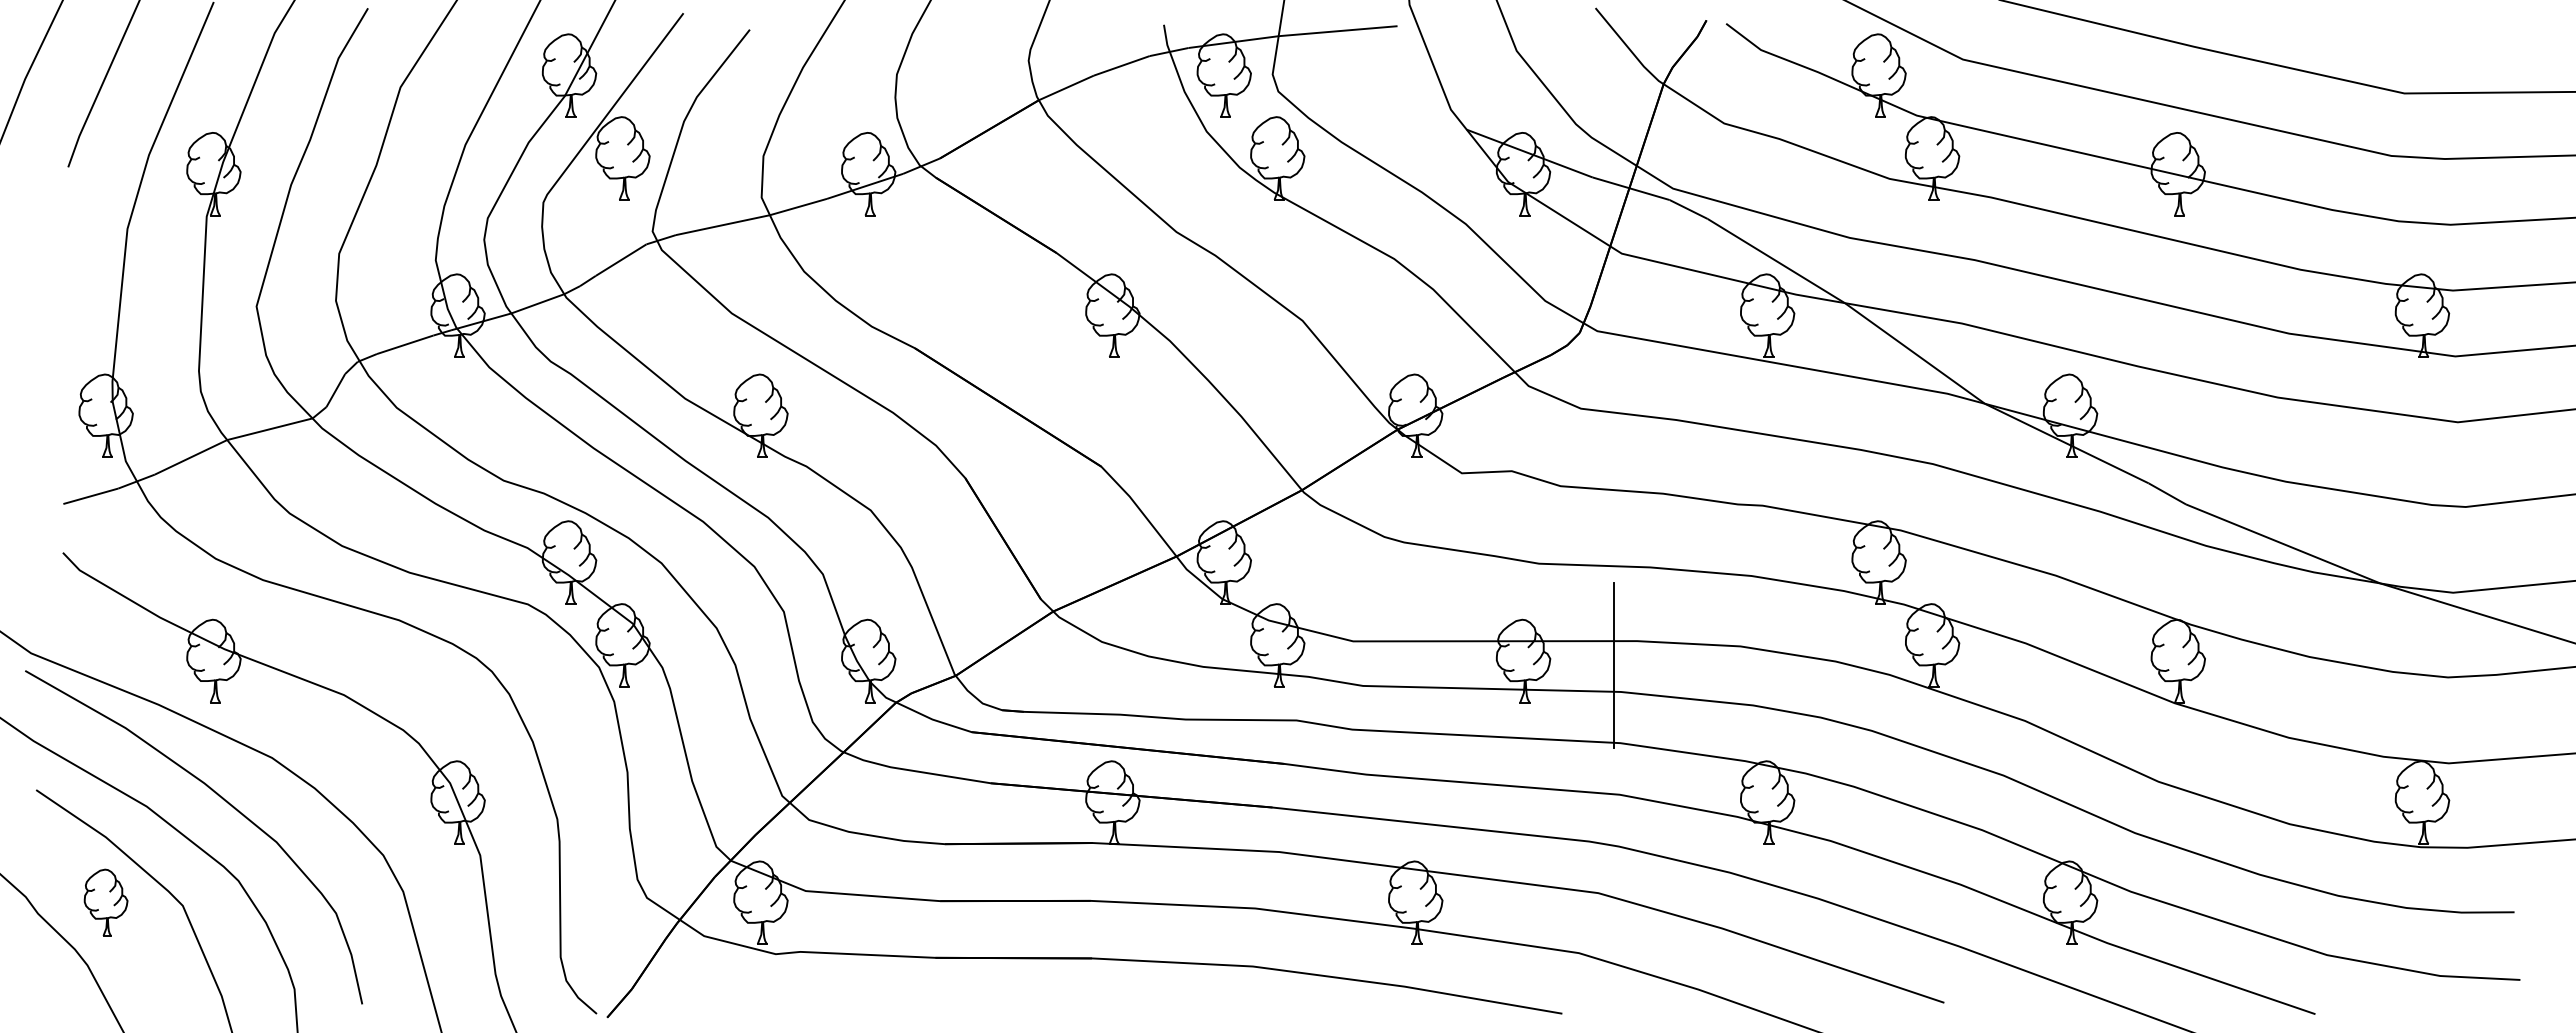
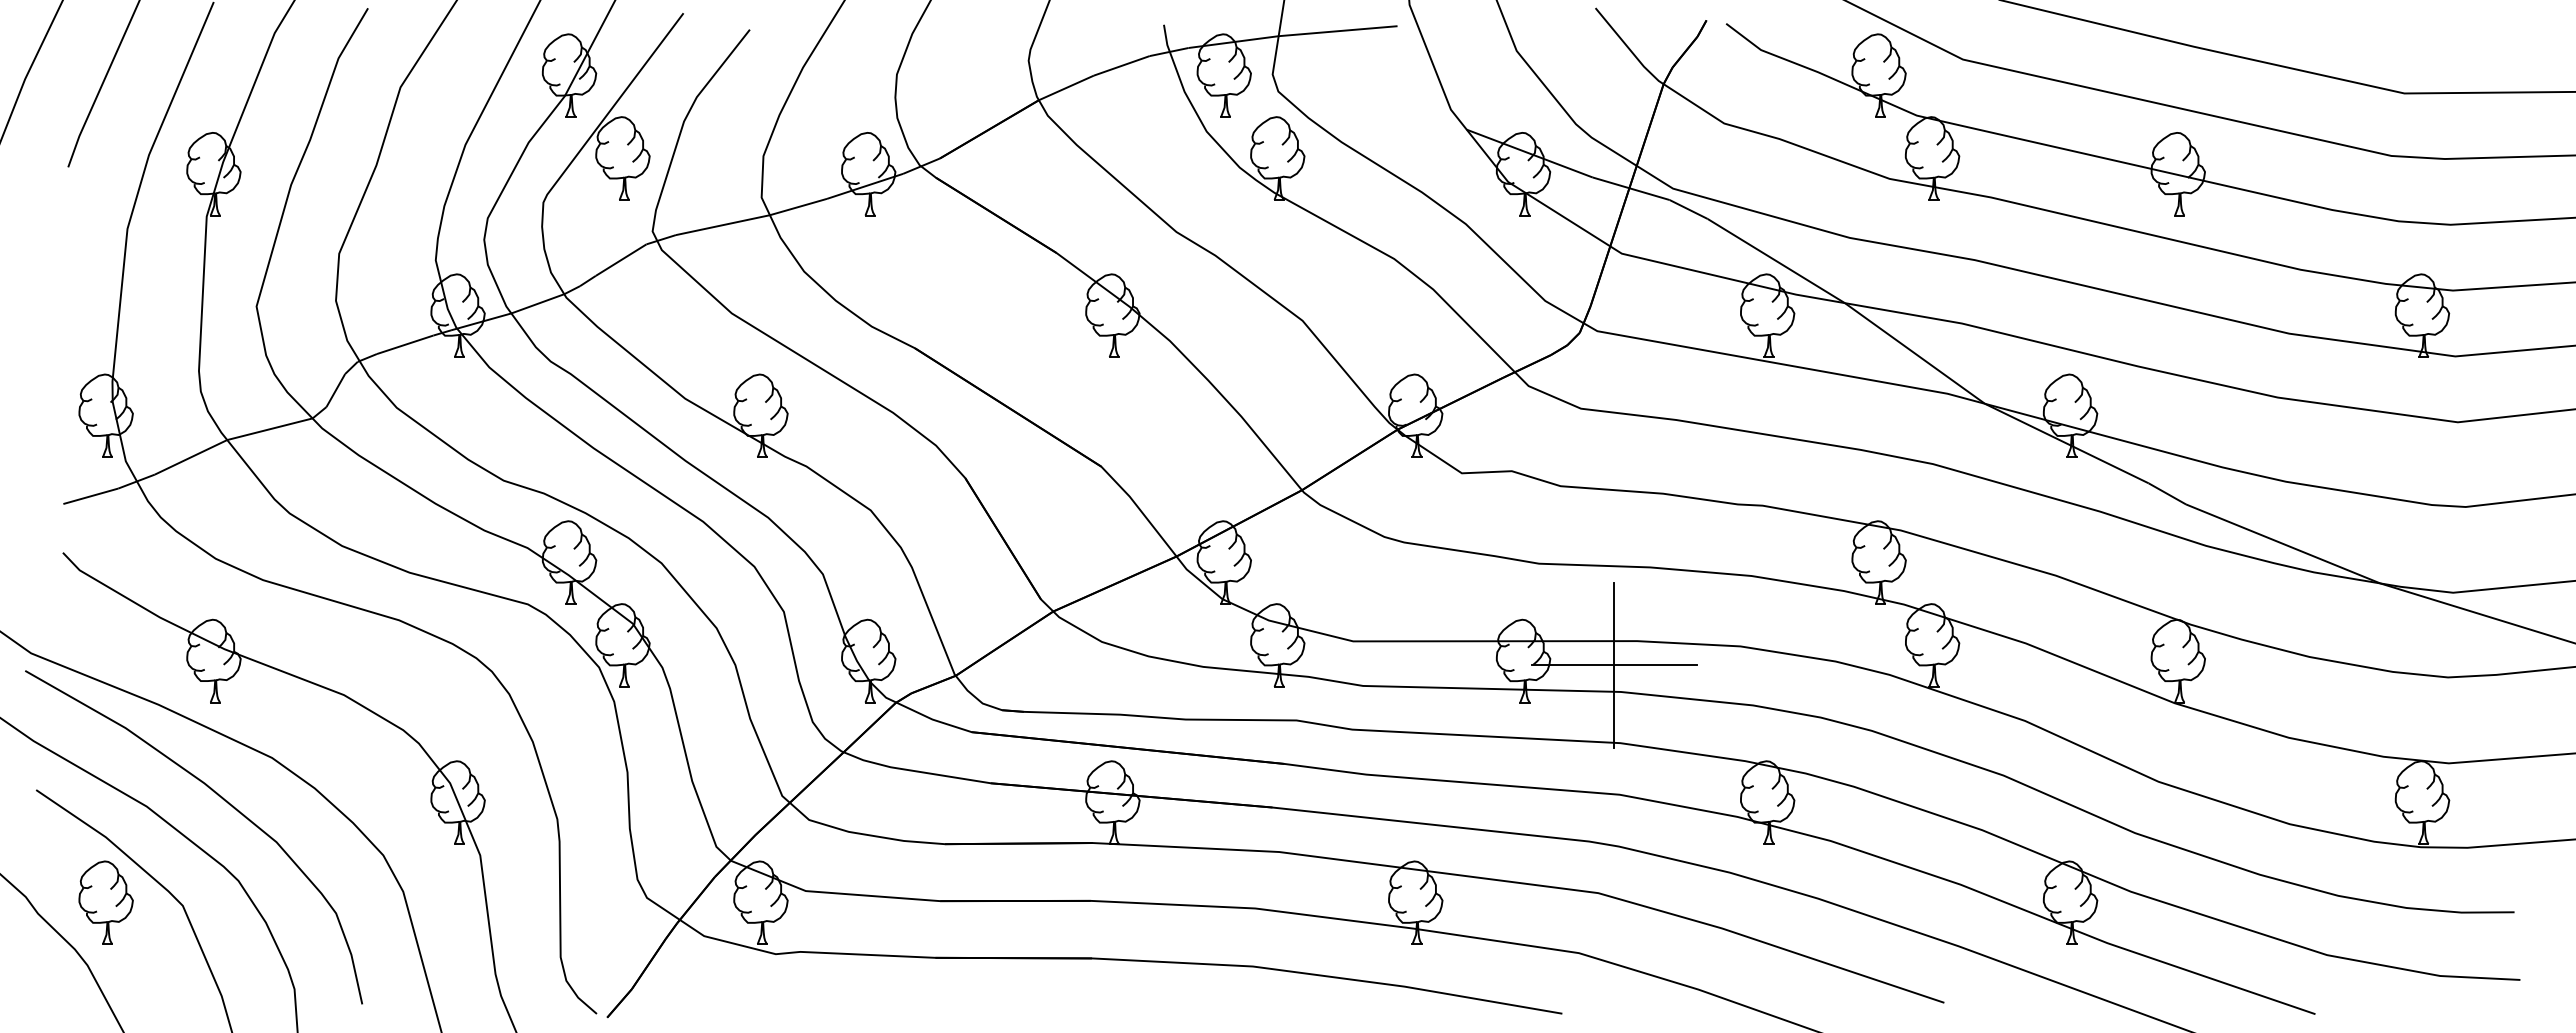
line at (1613, 665): none -> present
part at (105, 902) size: 46x69 px -> 56x85 px
